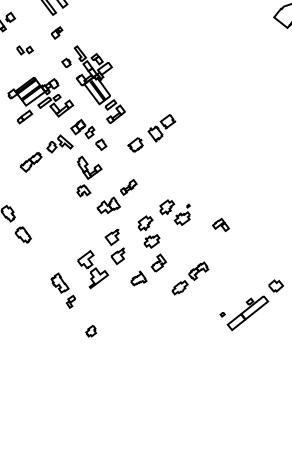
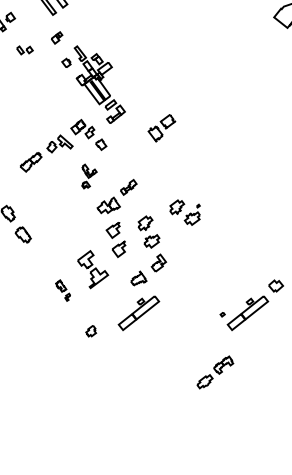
part at (57, 32) position: (57, 32) -> (57, 37)
part at (40, 100): present -> none
part at (135, 144): present -> none
part at (89, 176) size: 27x43 px -> 17x27 px
part at (174, 212) position: (174, 212) -> (184, 212)
part at (220, 225): present -> none
part at (114, 247) position: (114, 247) -> (115, 240)
part at (190, 278) position: (190, 278) -> (215, 372)
part at (62, 290) size: 26x37 px -> 16x23 px
part at (138, 312): none -> present
